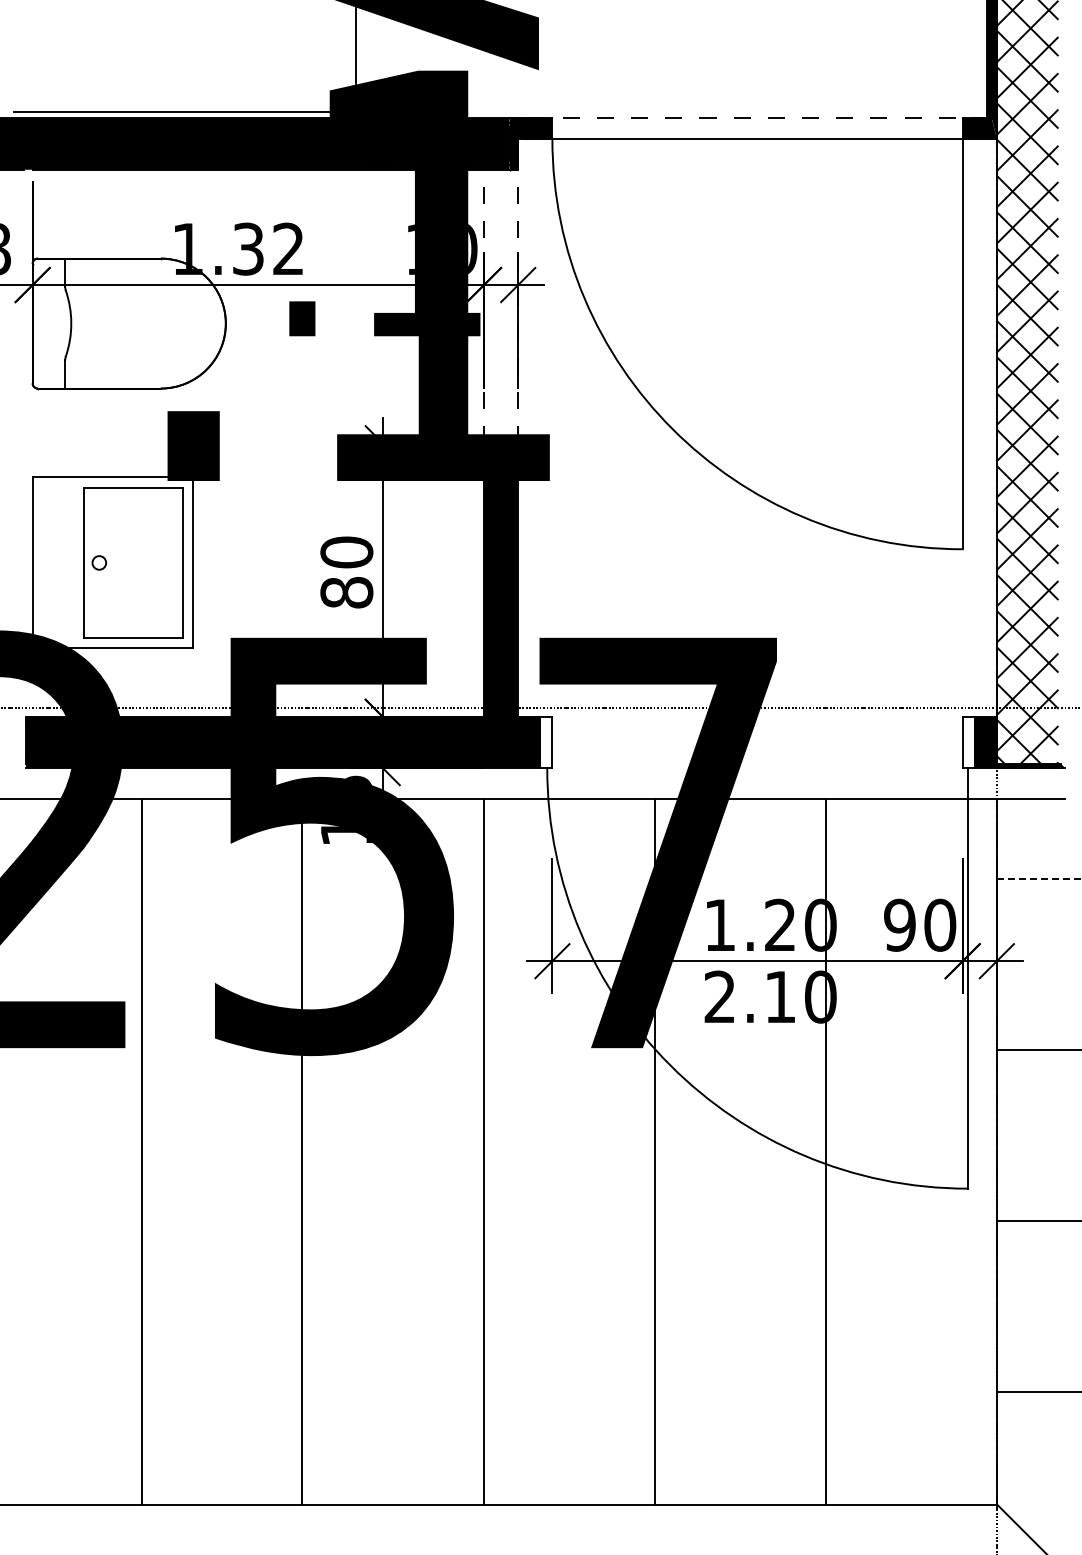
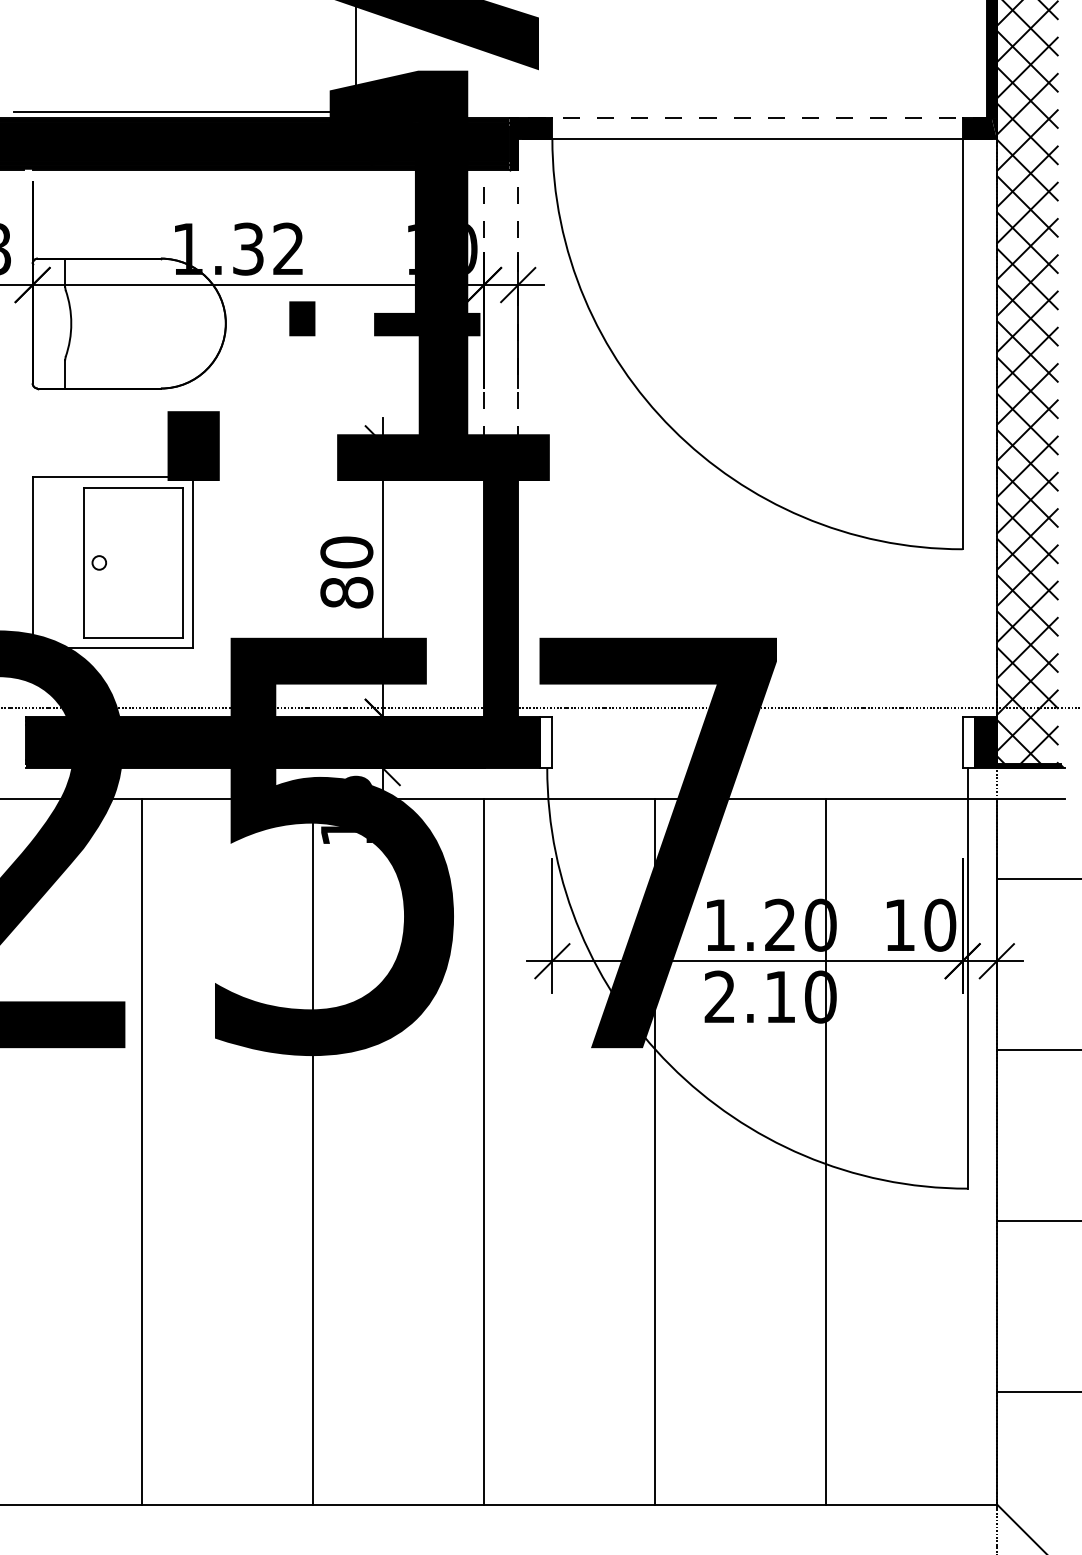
line at (1039, 879): dashed -> solid
text at (899, 924): 90 -> 10
line at (302, 1151) position: (302, 1151) -> (313, 1151)
